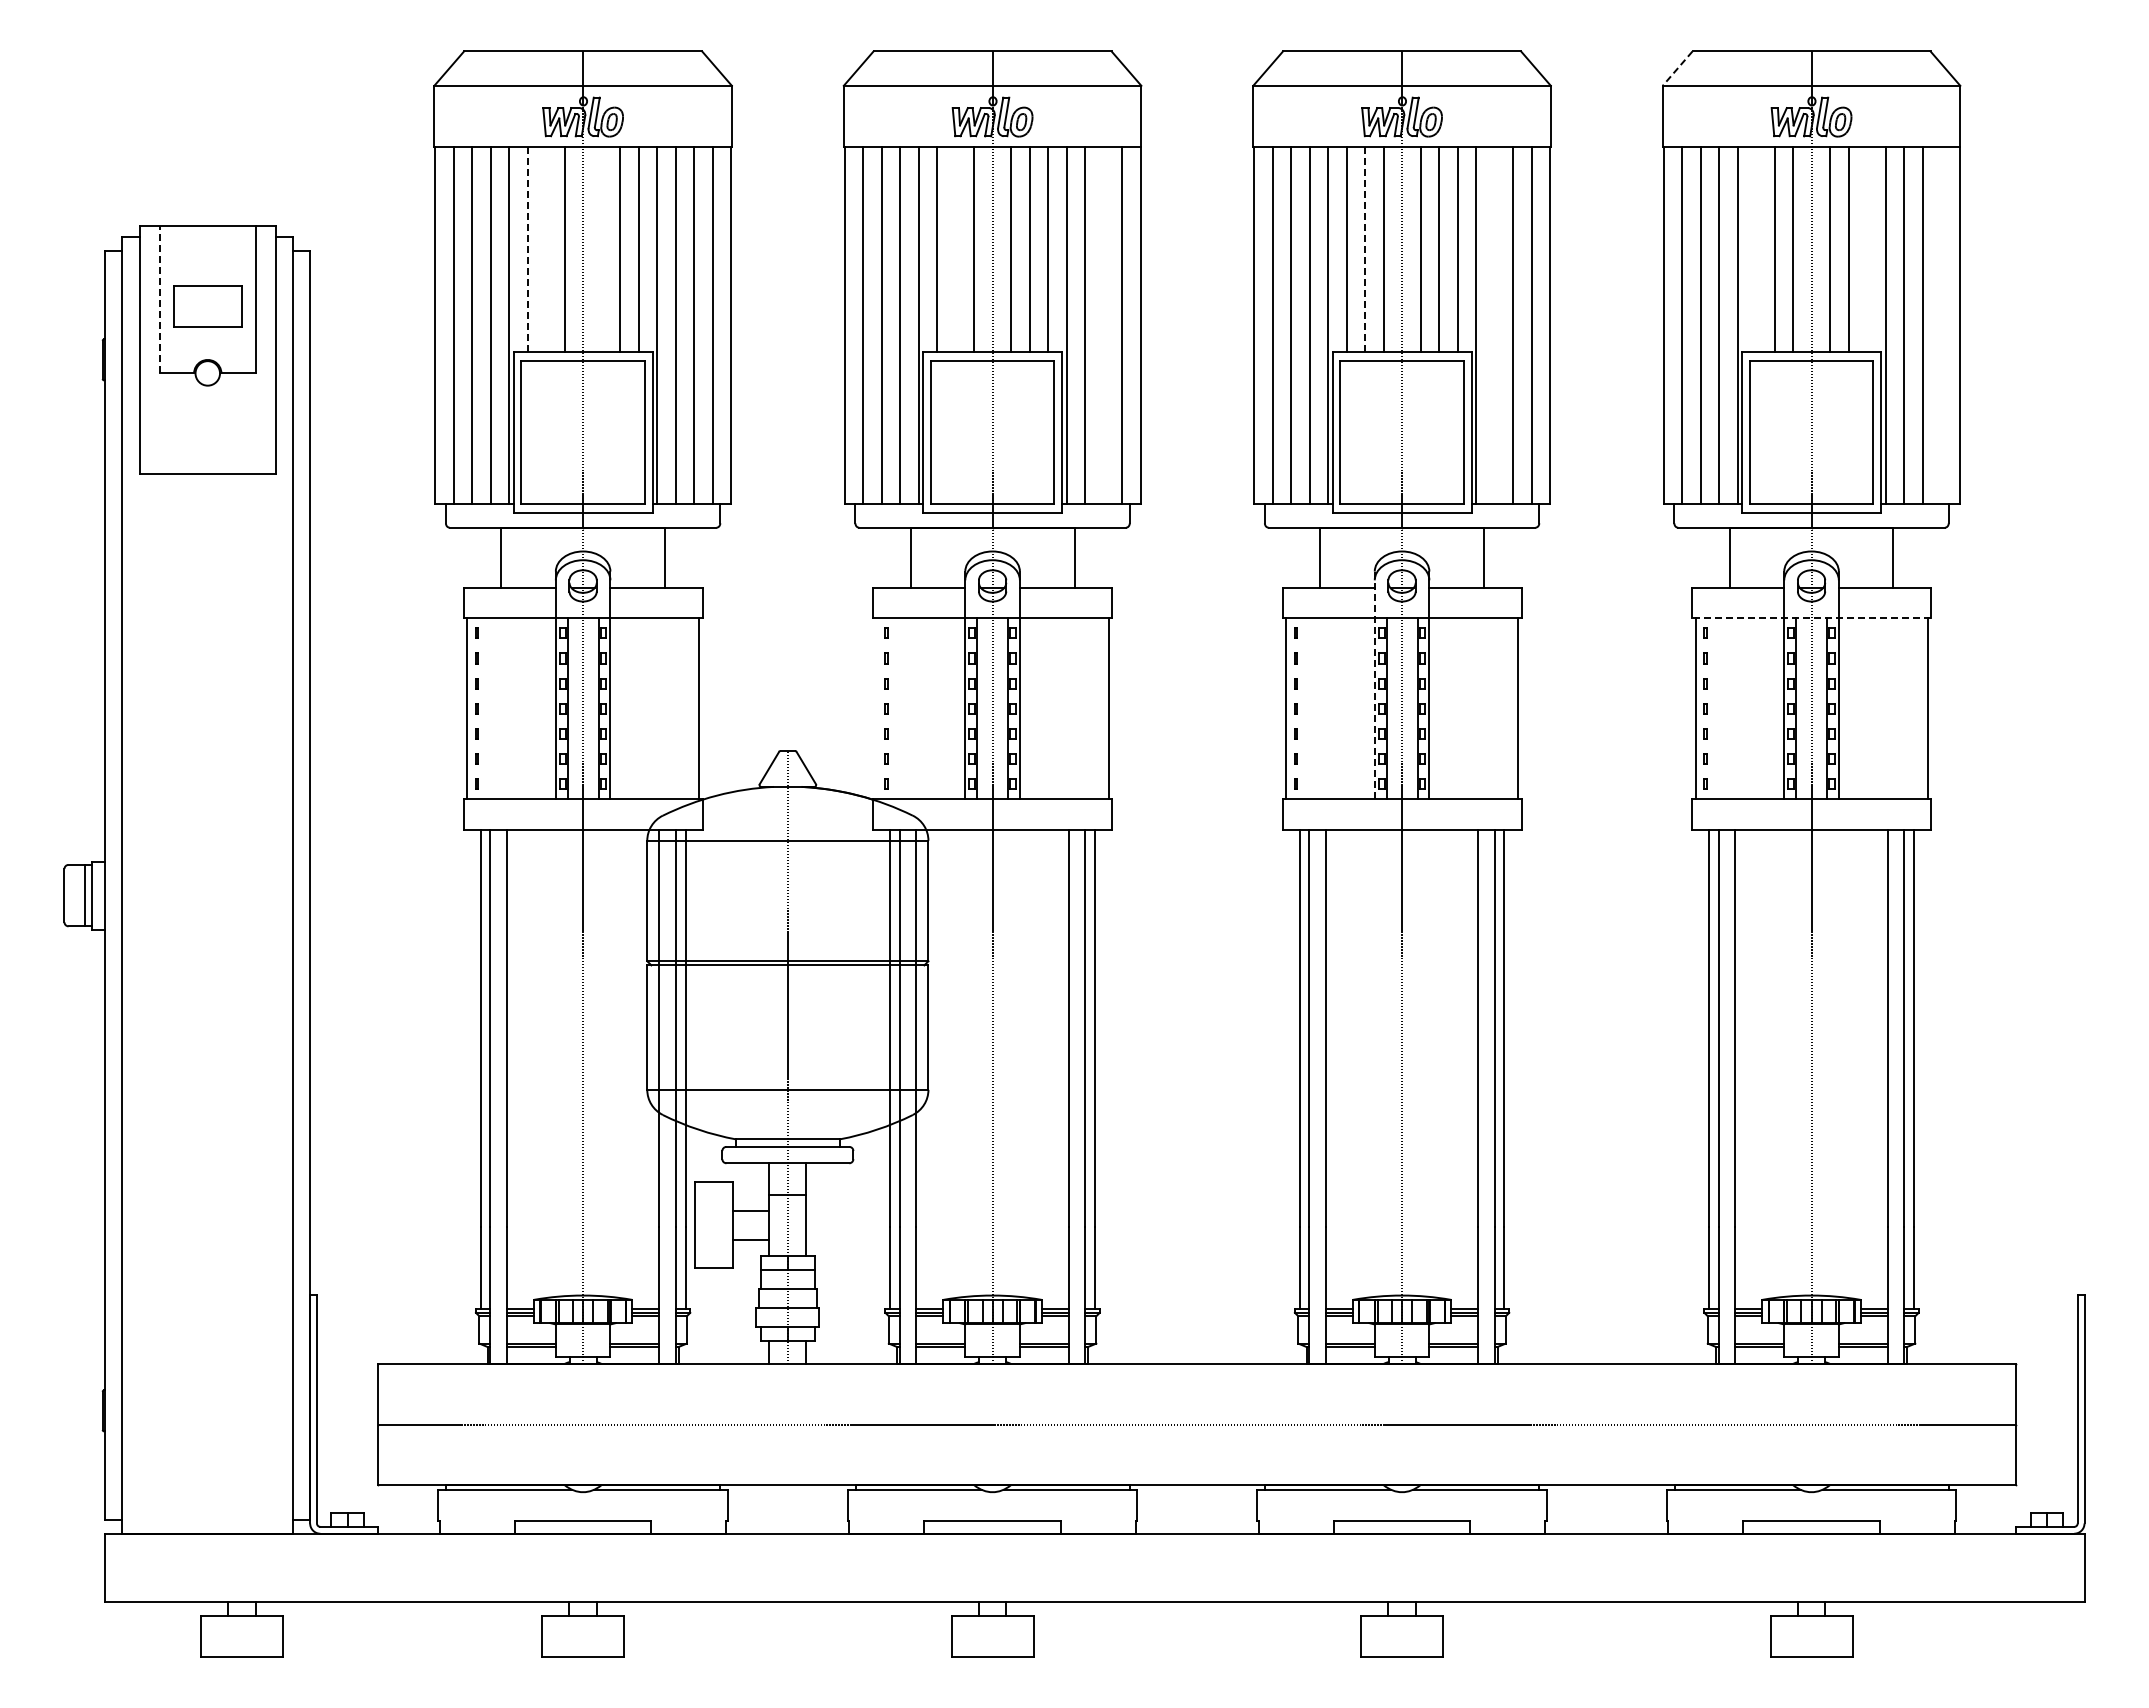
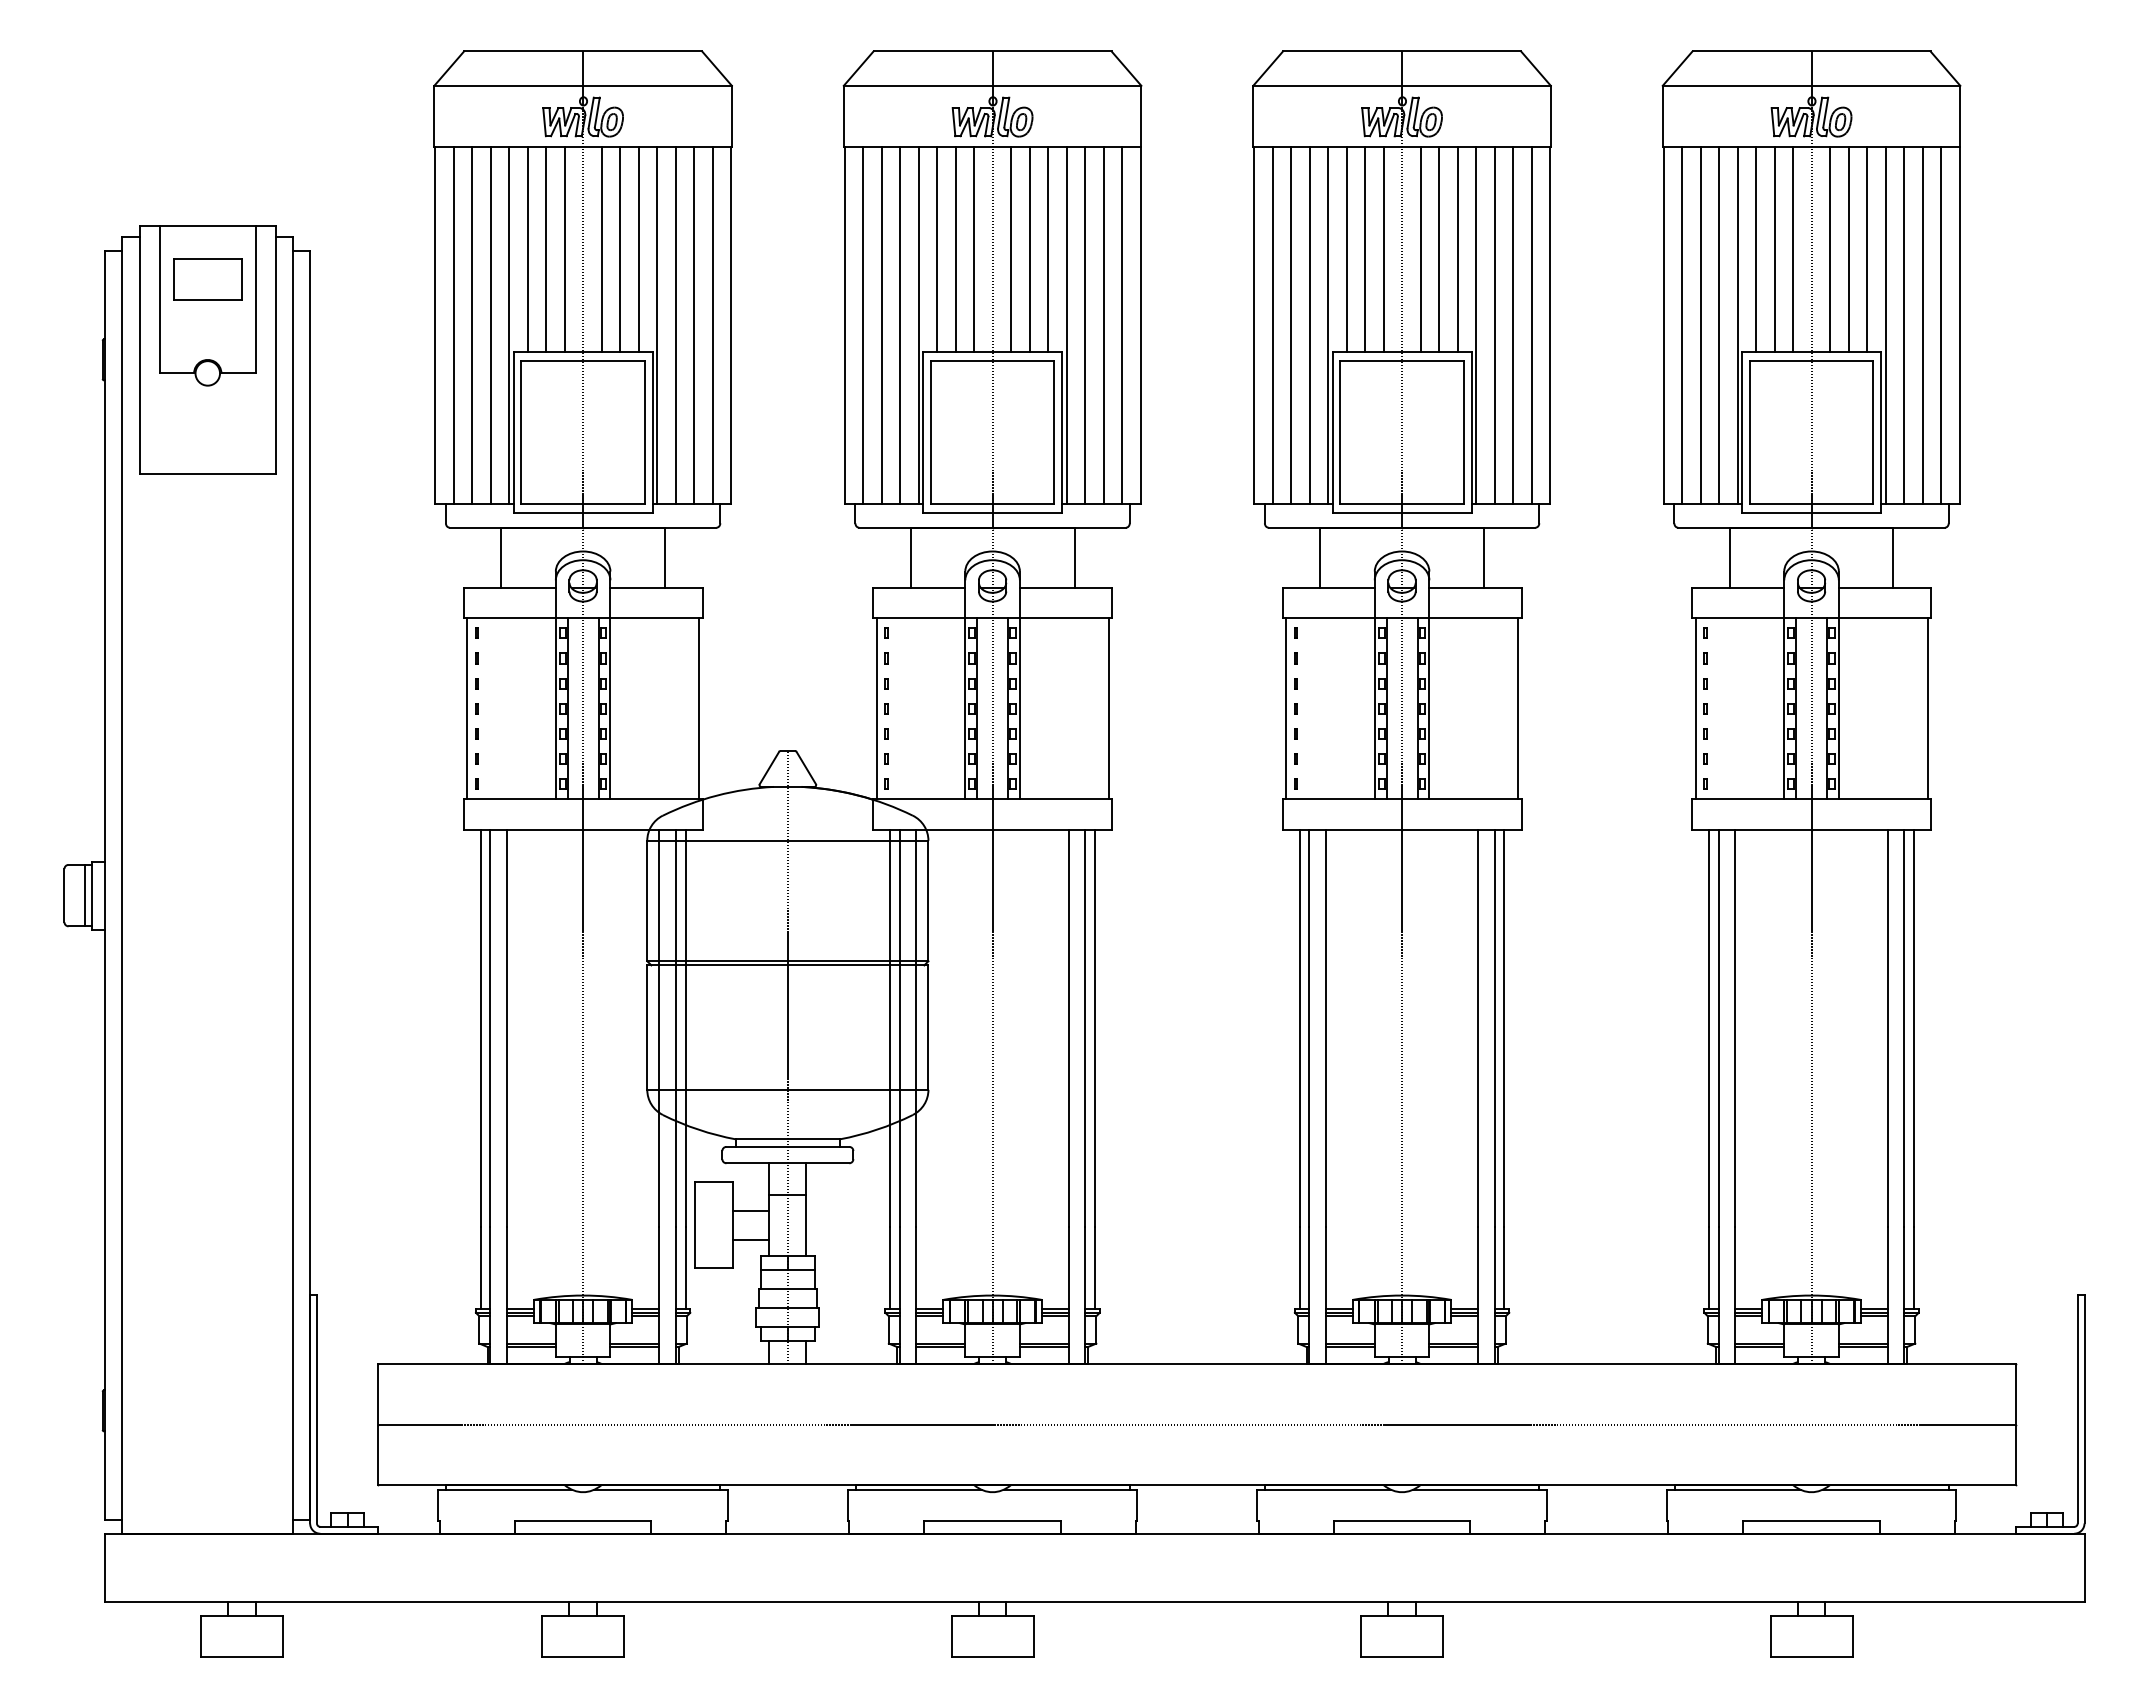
line at (1677, 68): dashed -> solid
line at (527, 249): dashed -> solid
line at (546, 249): none -> present
line at (601, 249): none -> present
line at (955, 249): none -> present
line at (1365, 249): dashed -> solid
line at (1755, 249): none -> present
line at (1867, 249): none -> present
line at (160, 299): dashed -> solid
part at (207, 306) position: (207, 306) -> (207, 279)
line at (1103, 325): none -> present
line at (1494, 325): none -> present
line at (1941, 325): none -> present
line at (1811, 618): dashed -> solid
line at (1374, 685): dashed -> solid
line at (876, 708): none -> present
